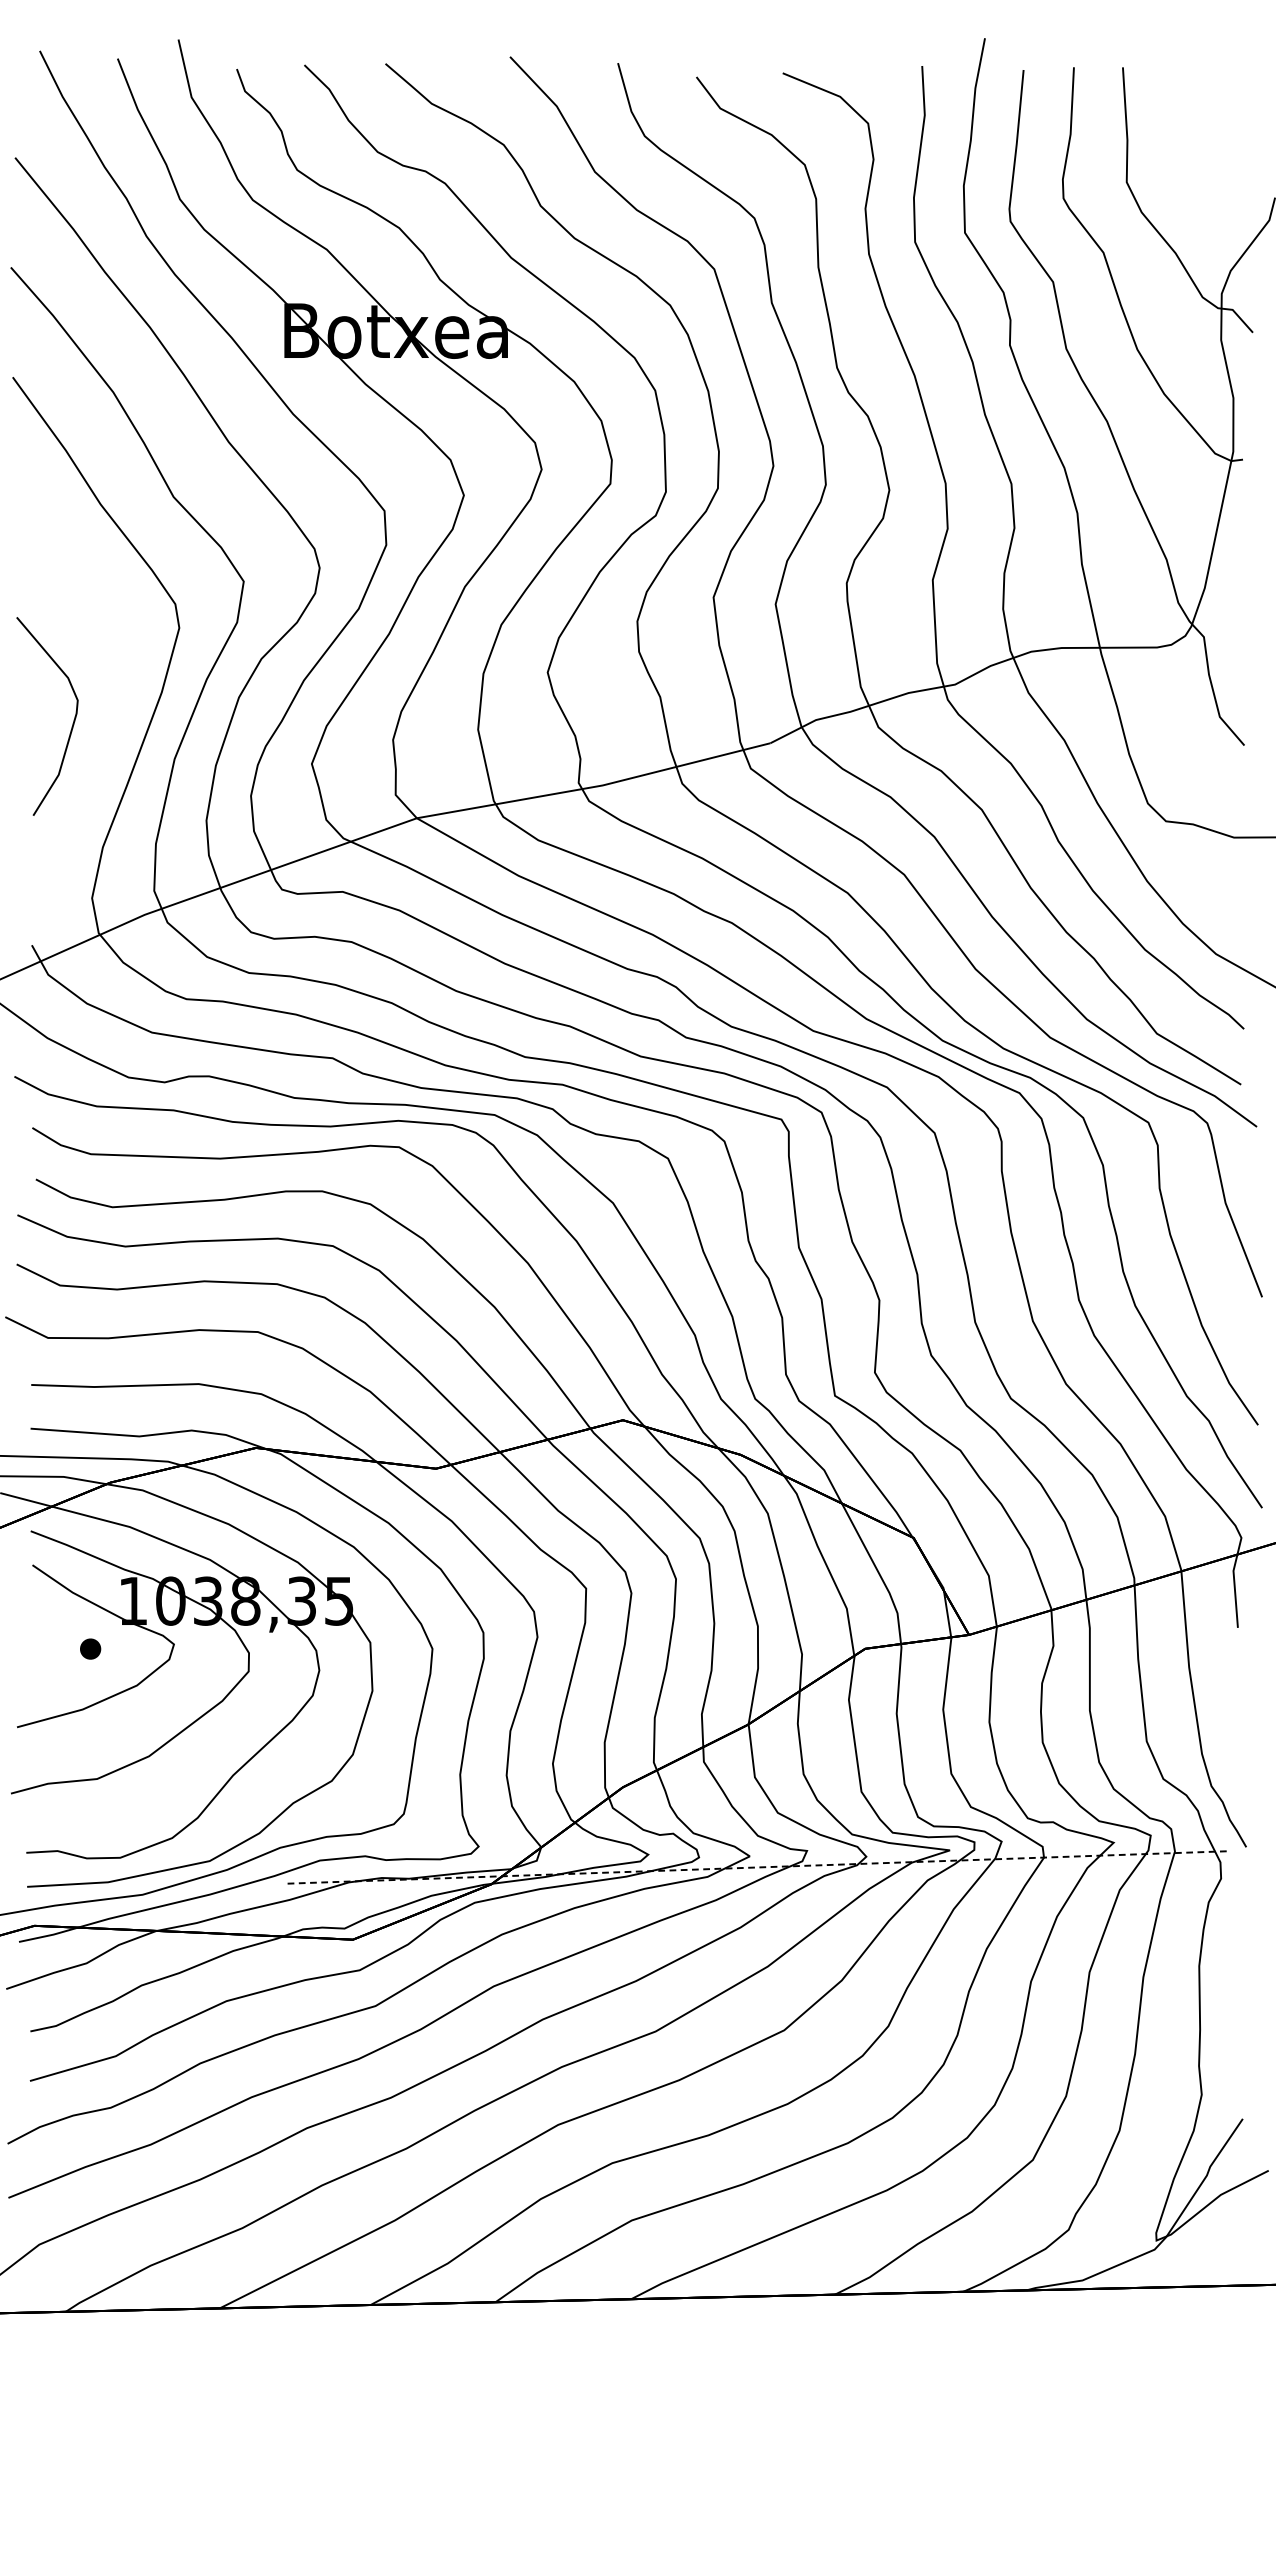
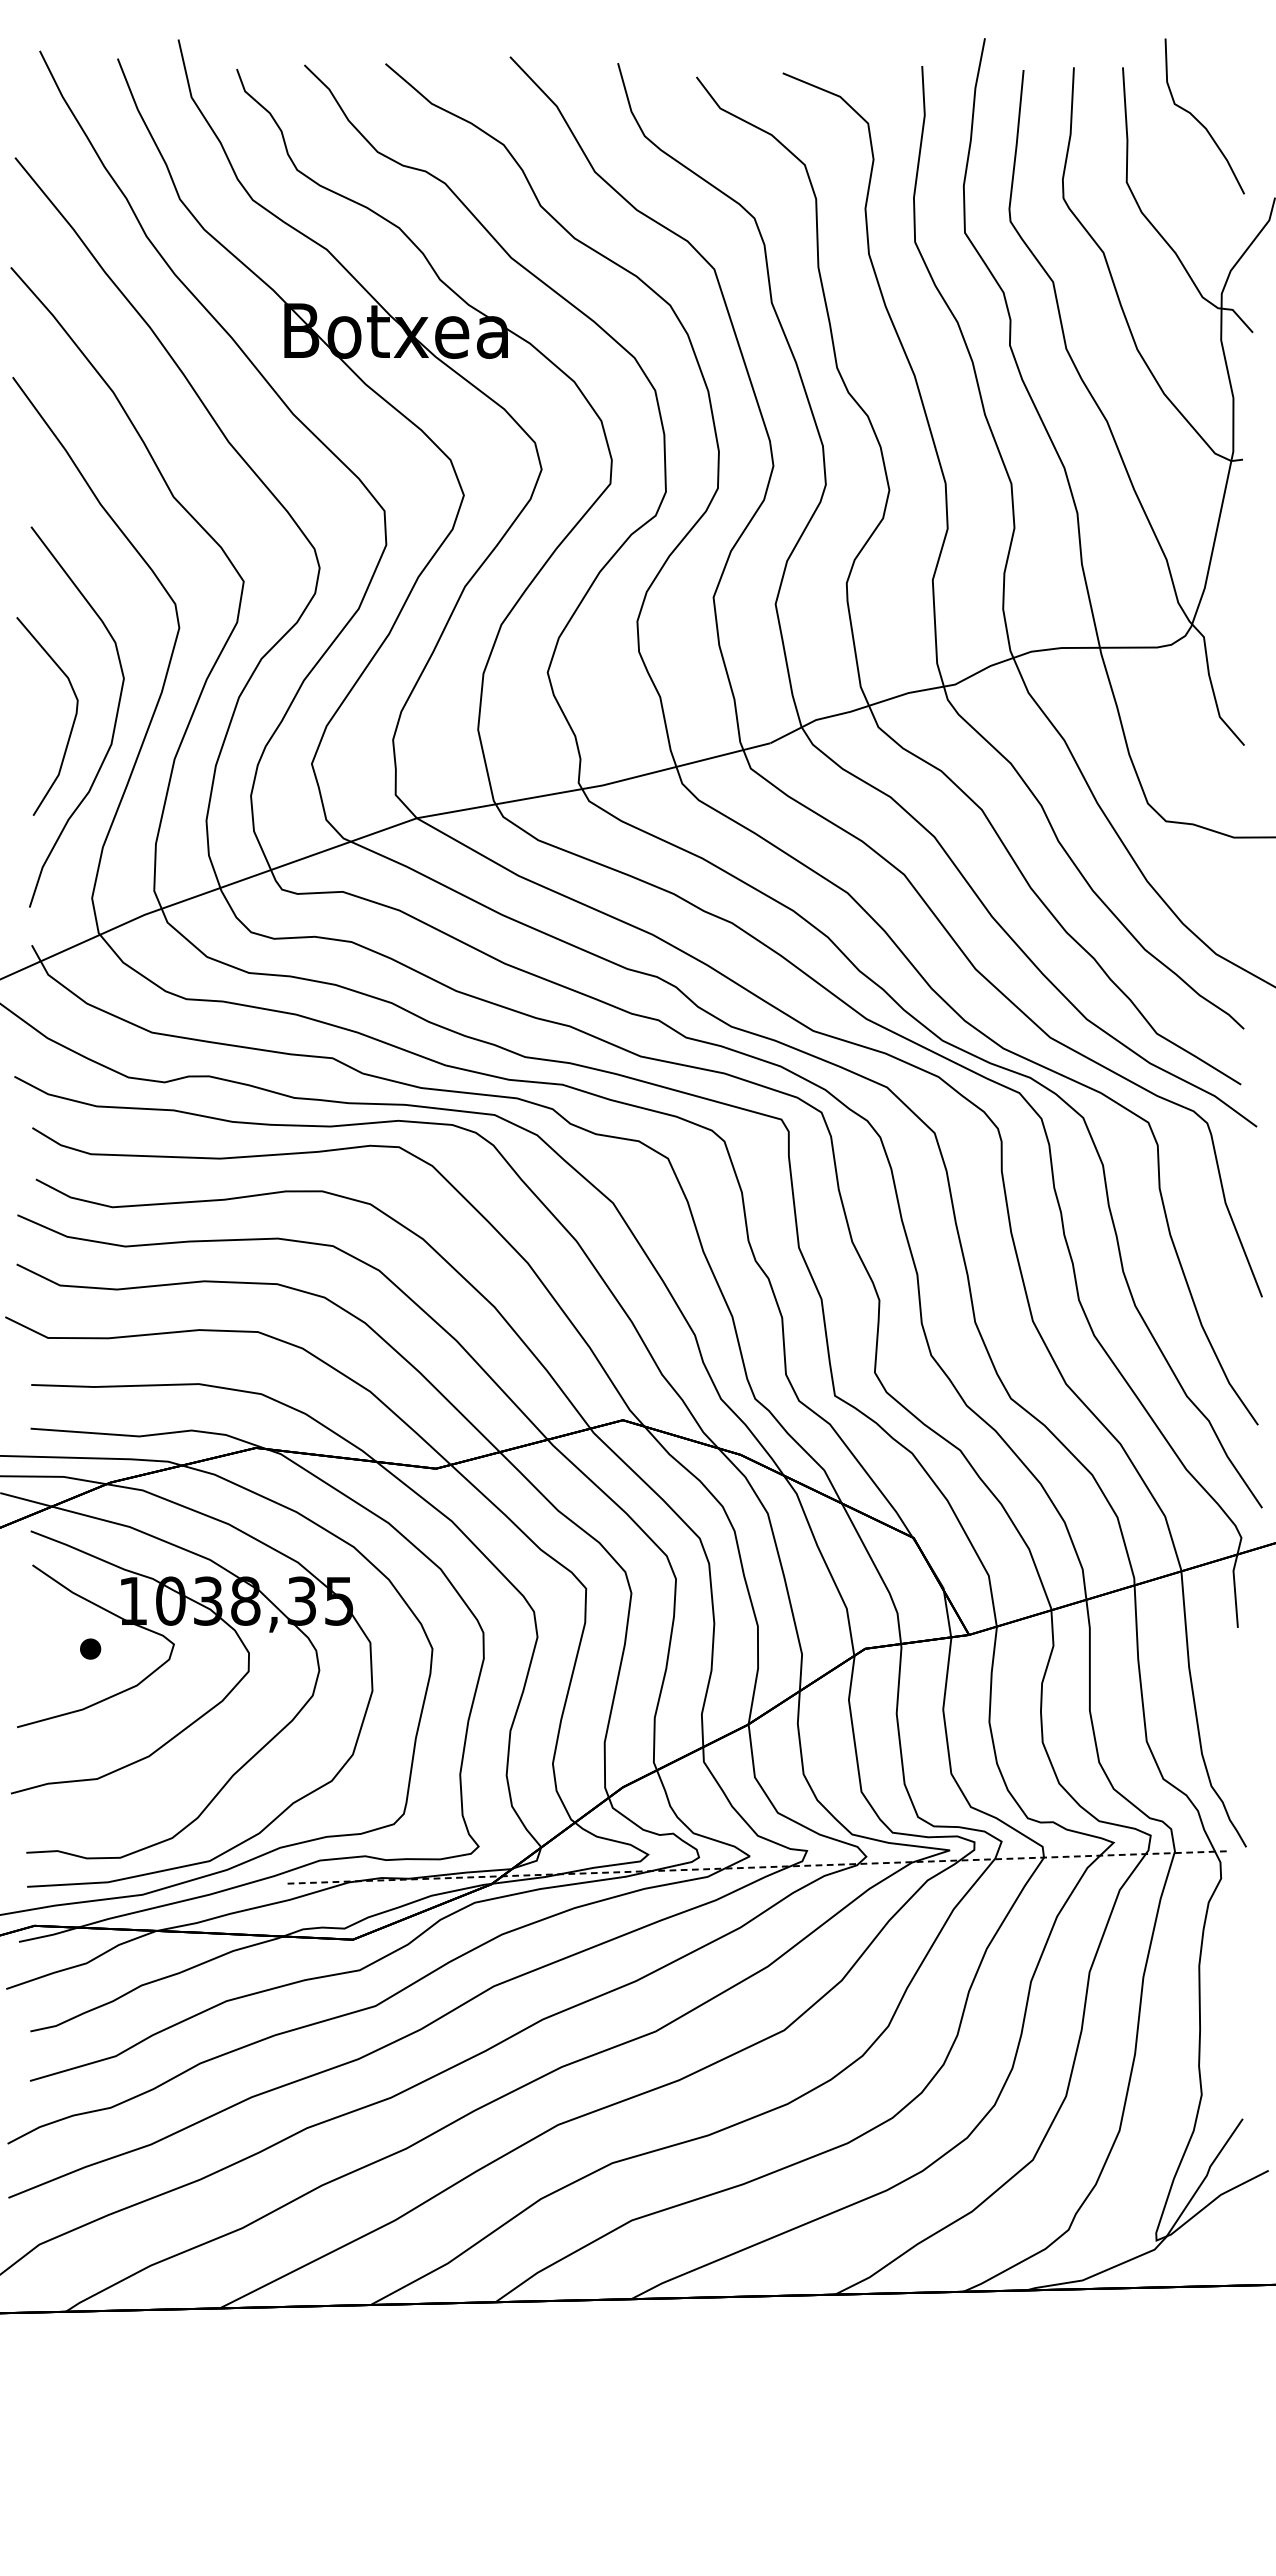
curve at (1199, 120): none -> present
curve at (114, 721): none -> present
